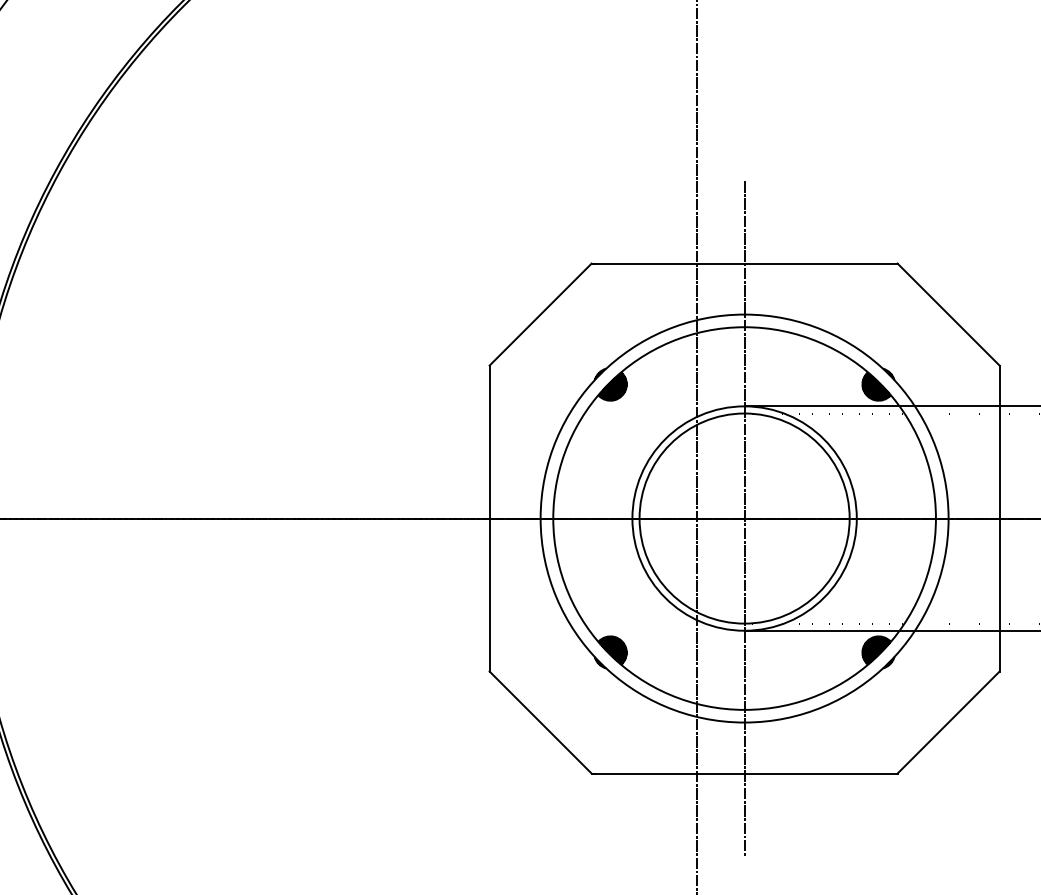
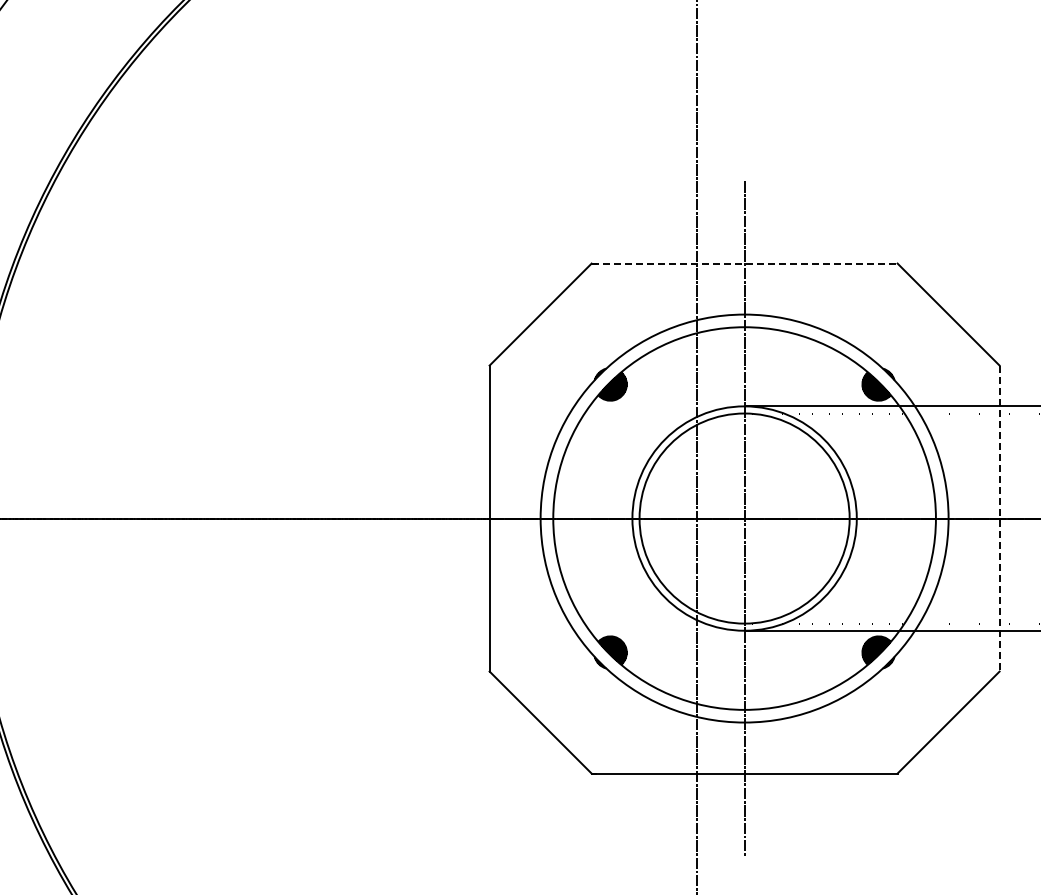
line at (744, 263): solid -> dashed
line at (999, 518): solid -> dashed
